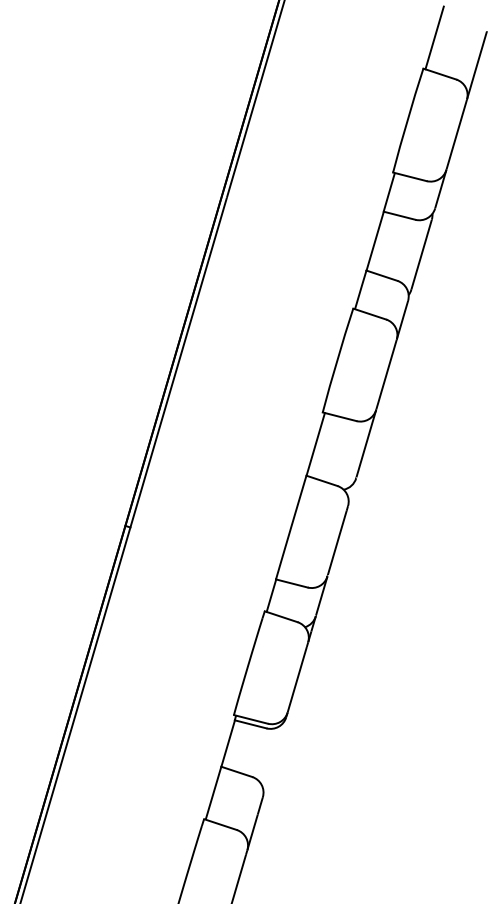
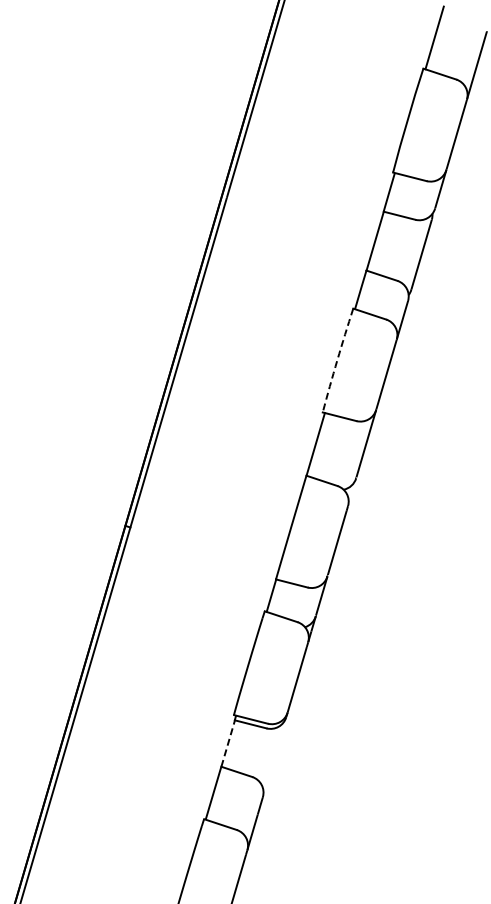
arc at (337, 360): solid -> dashed
line at (228, 743): solid -> dashed
